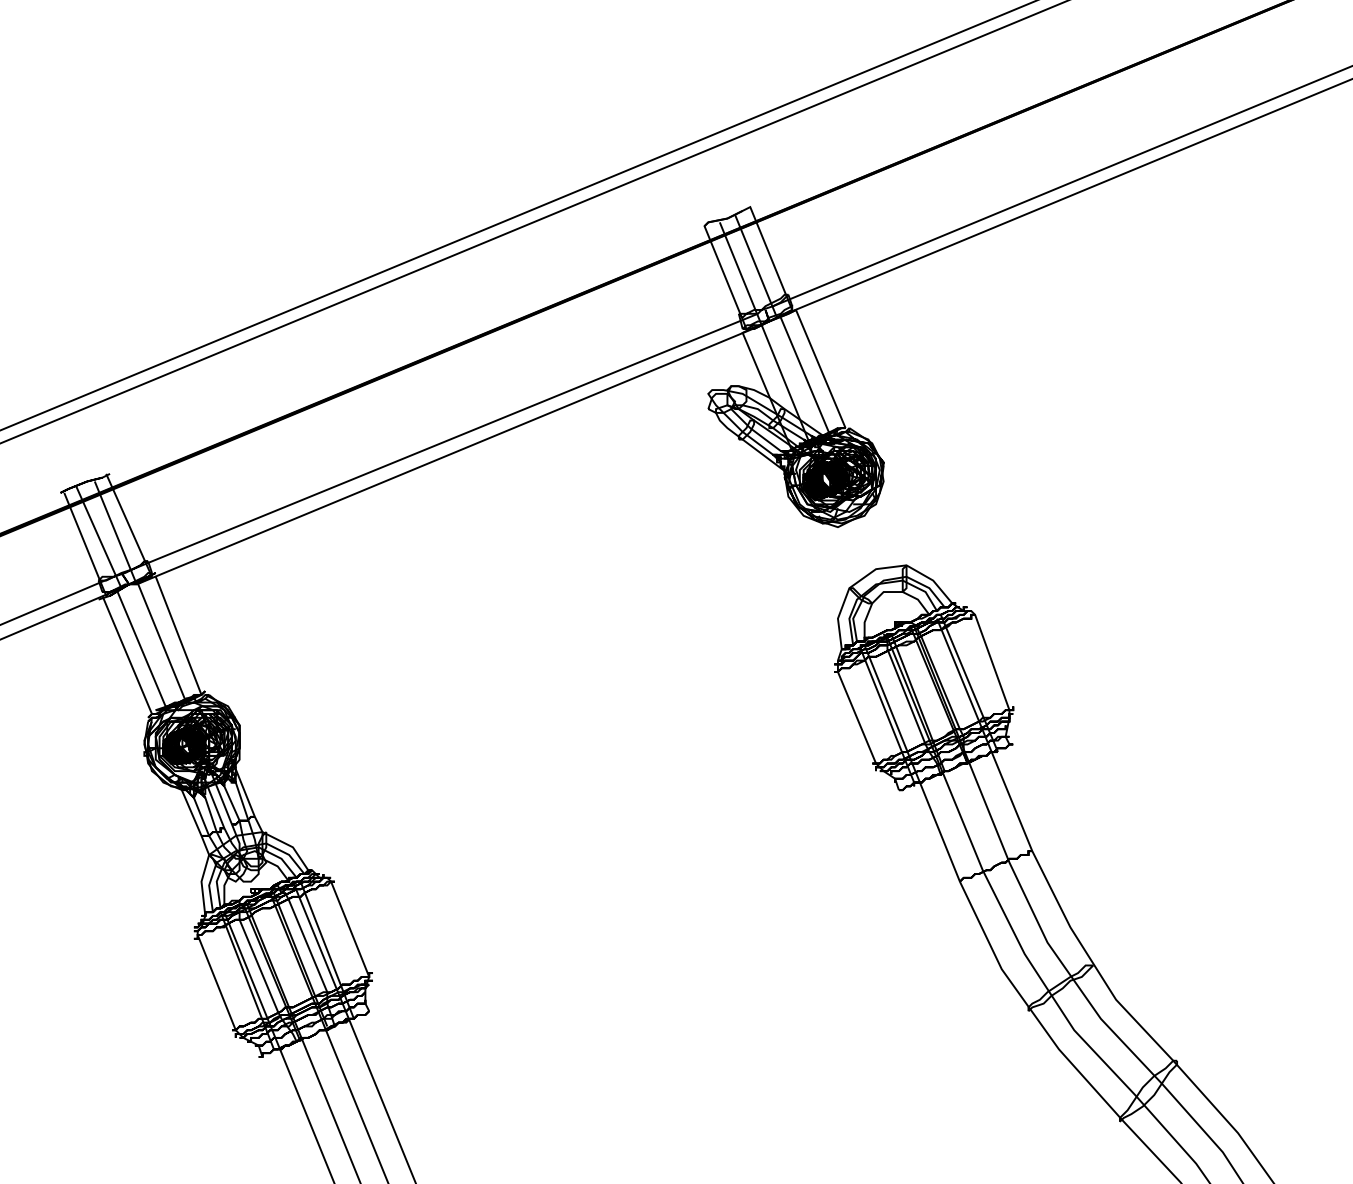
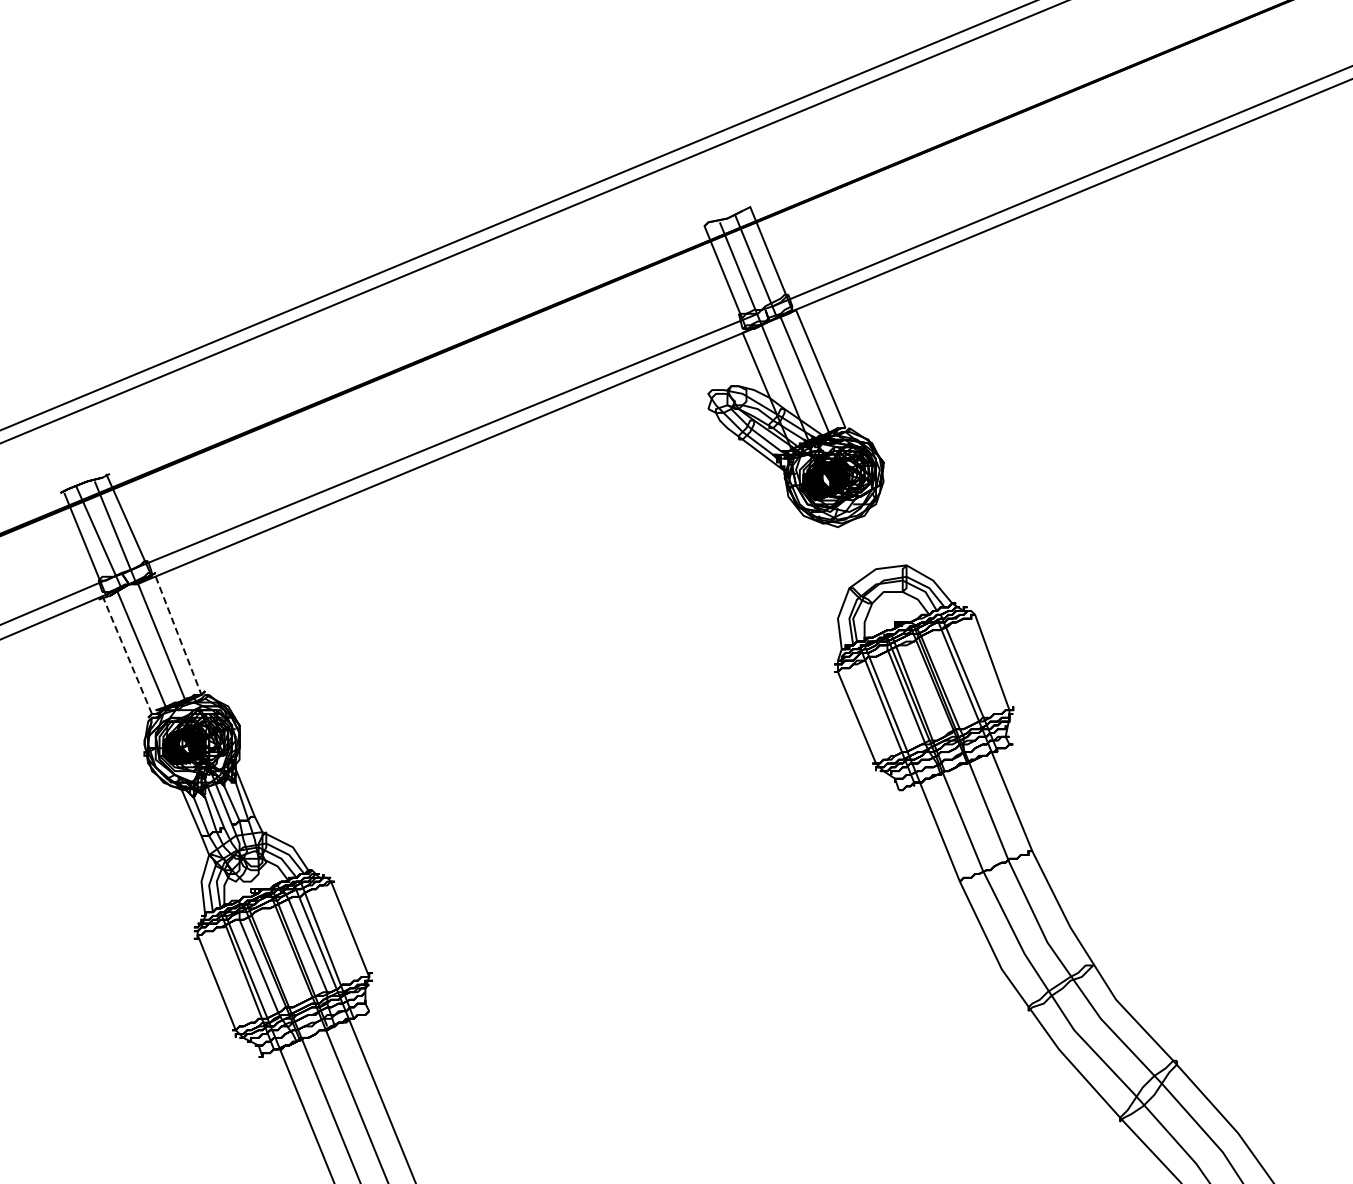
line at (178, 636): solid -> dashed
line at (127, 655): solid -> dashed
